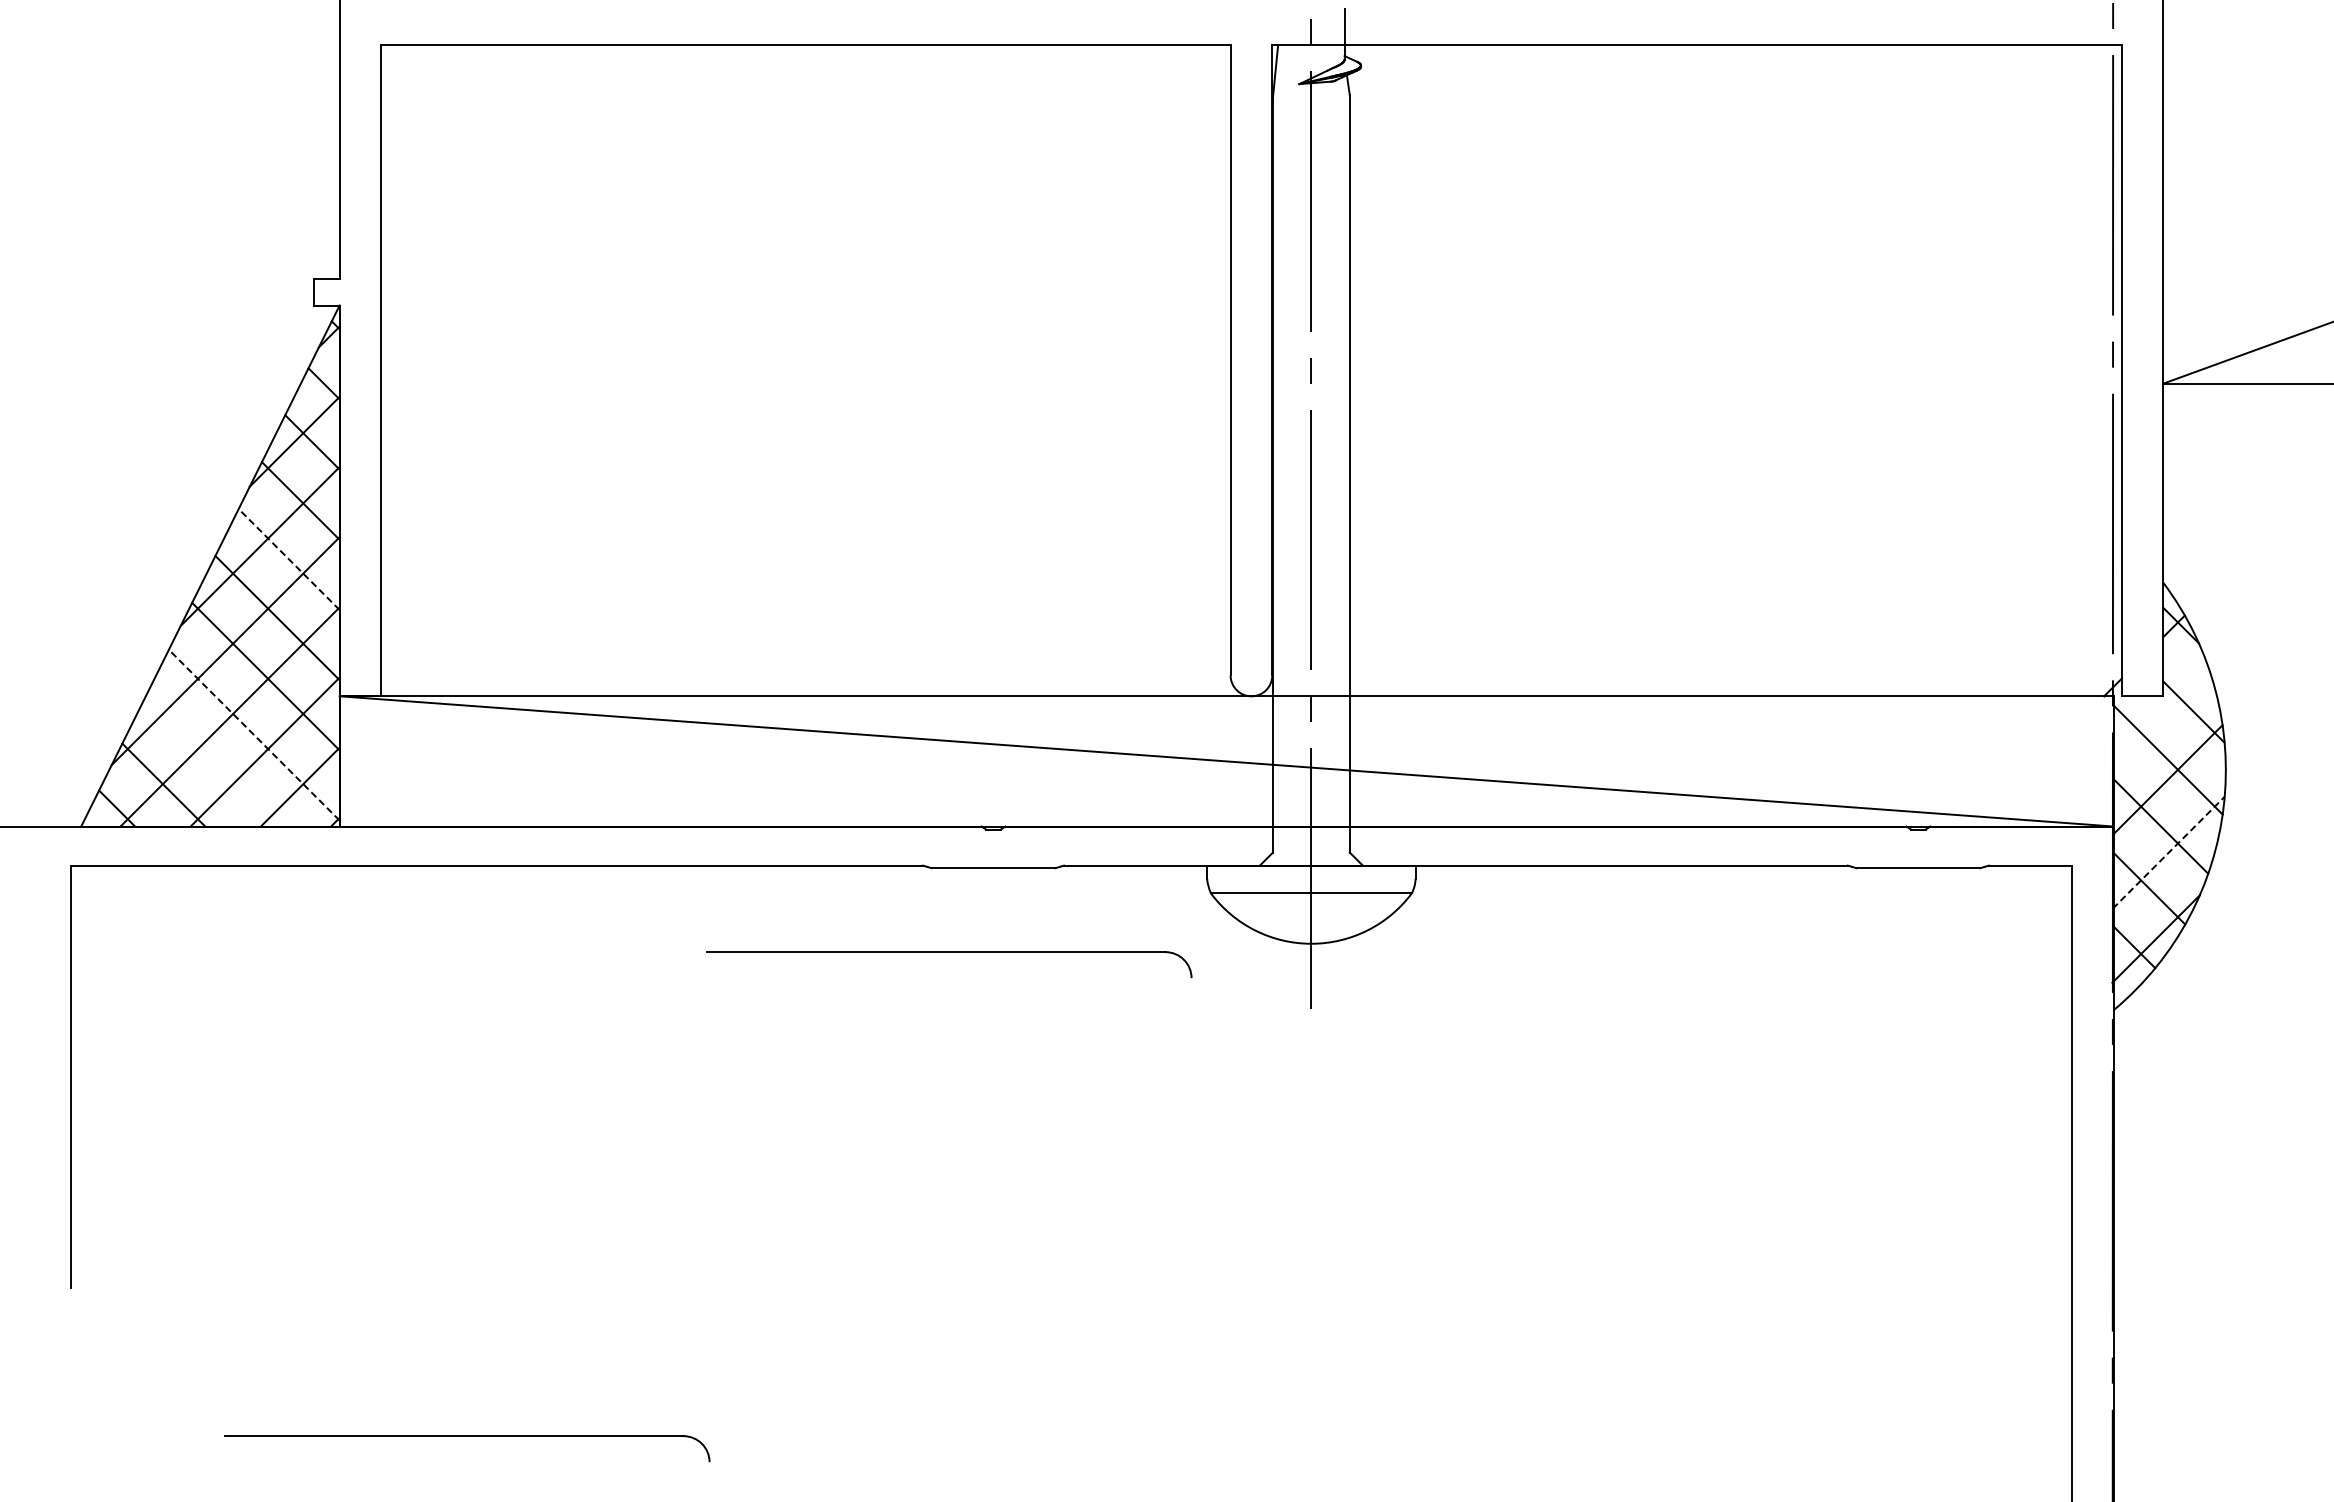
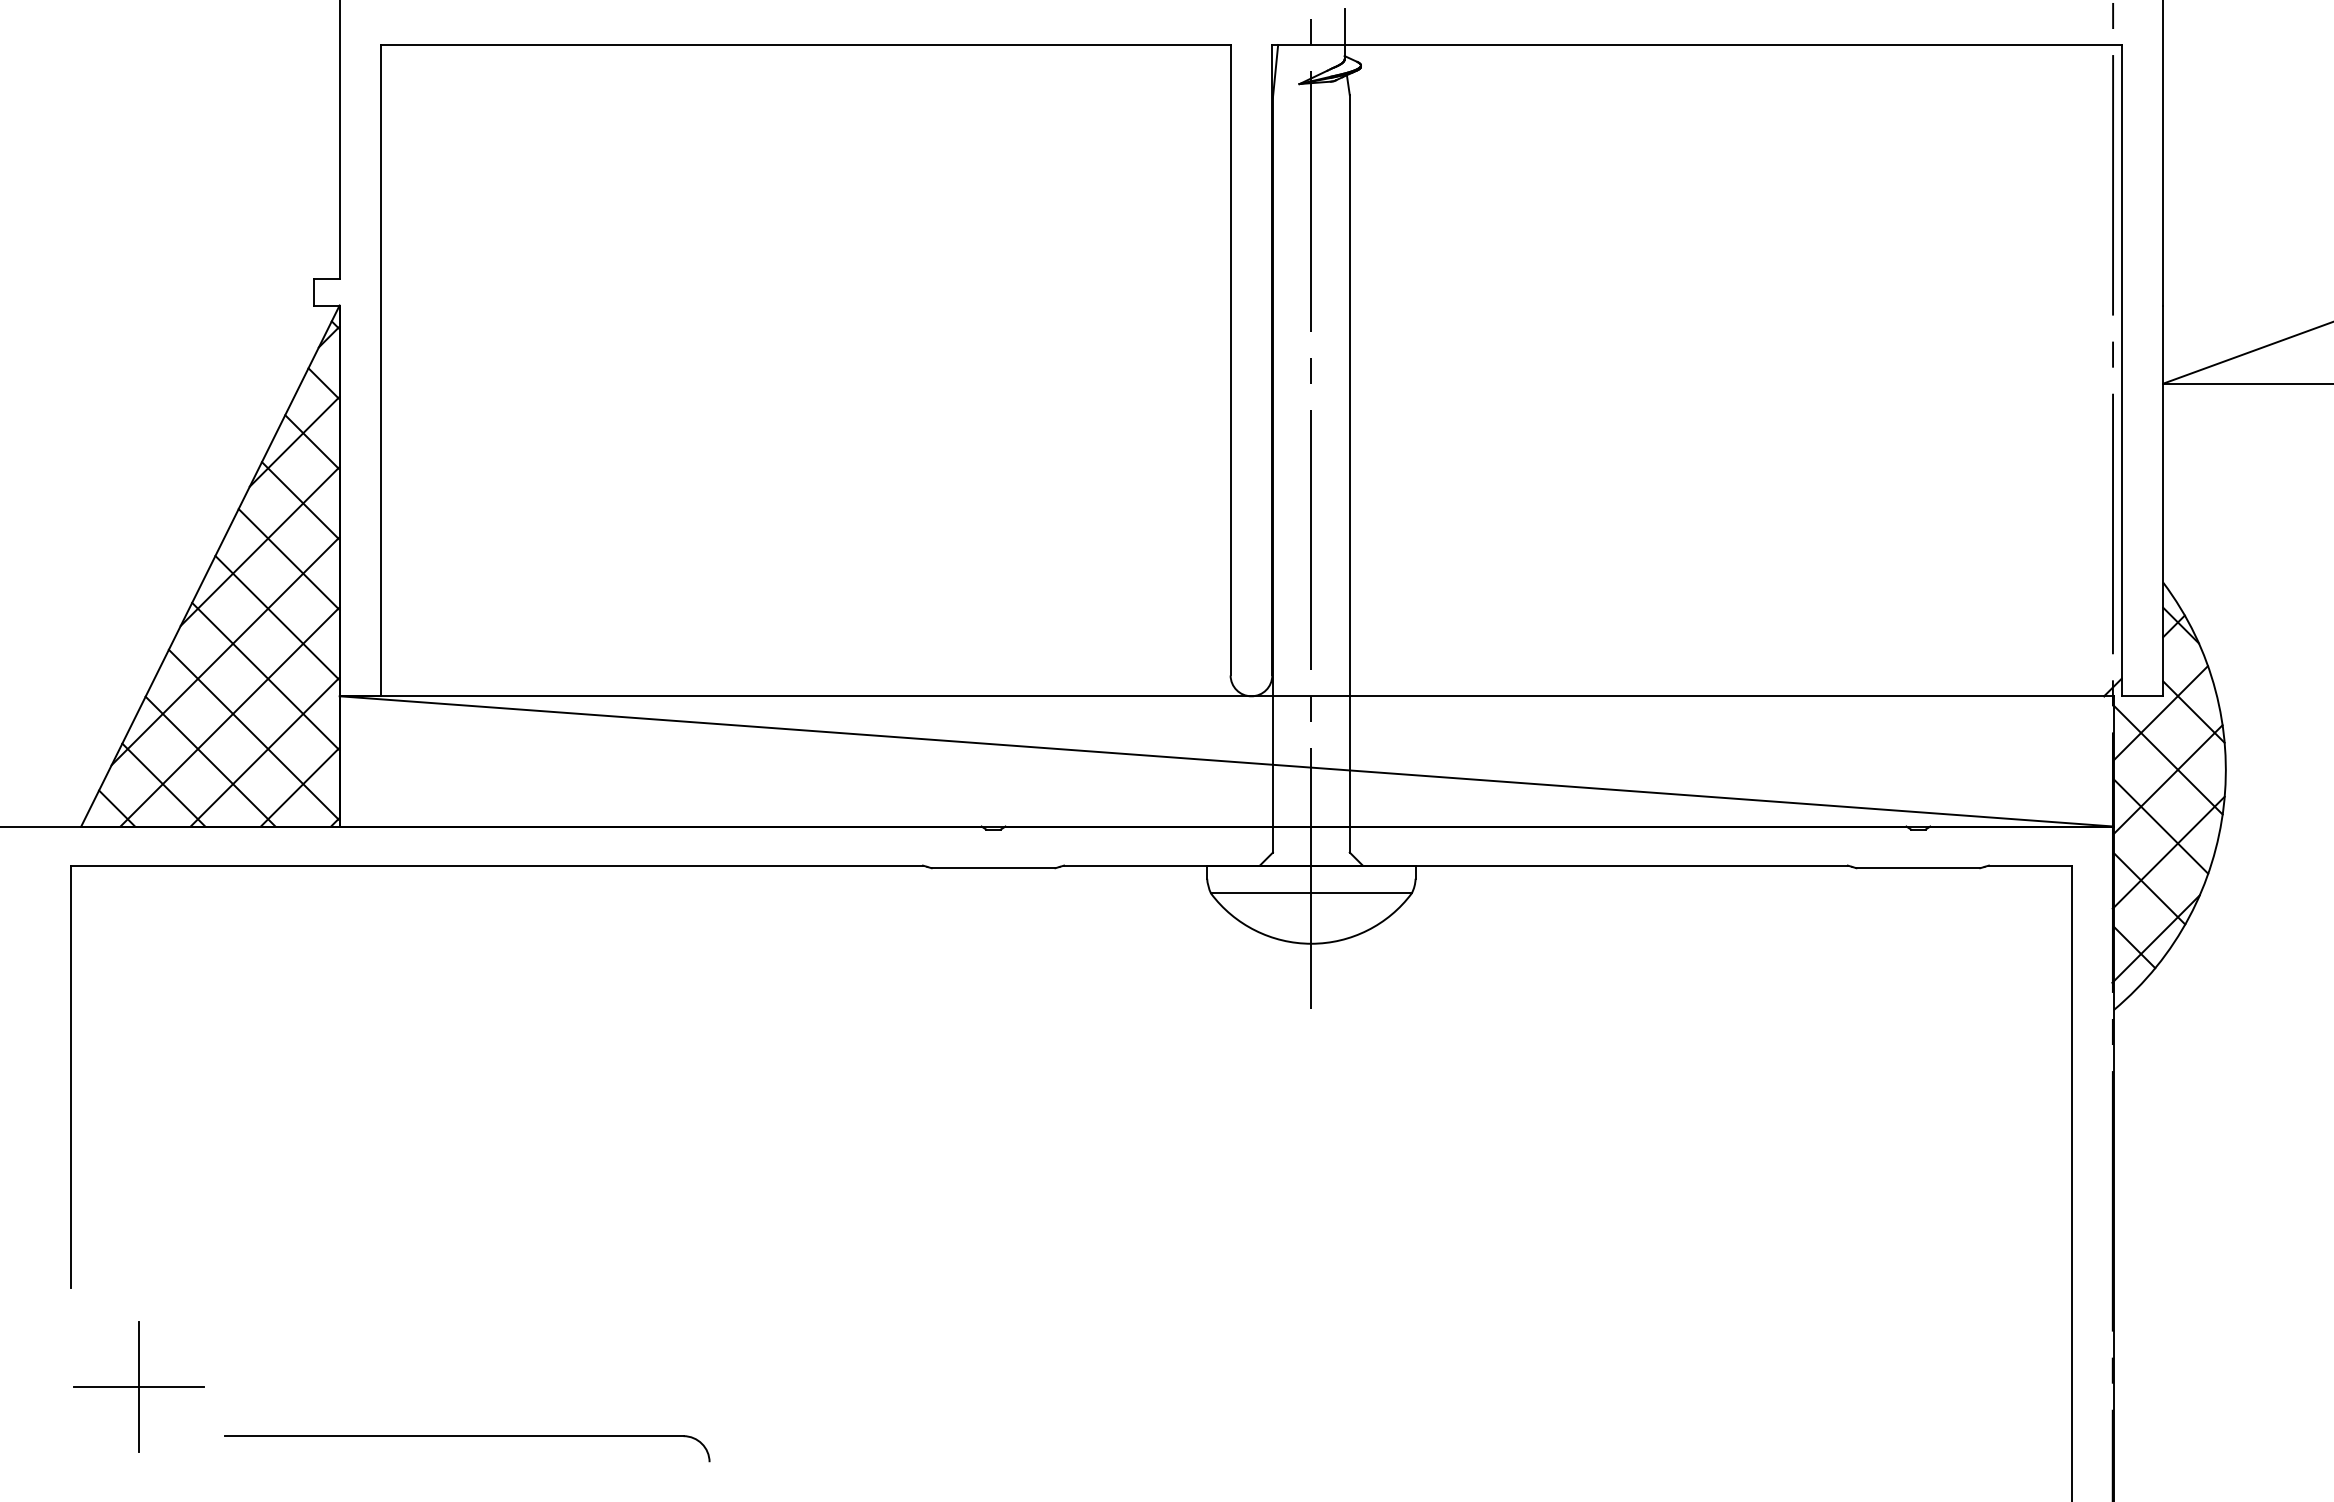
line at (288, 559): dashed -> solid
line at (2160, 713): none -> present
line at (254, 735): dashed -> solid
line at (210, 761): none -> present
line at (2169, 852): dashed -> solid
part at (949, 952): present -> none
part at (138, 1386): none -> present
